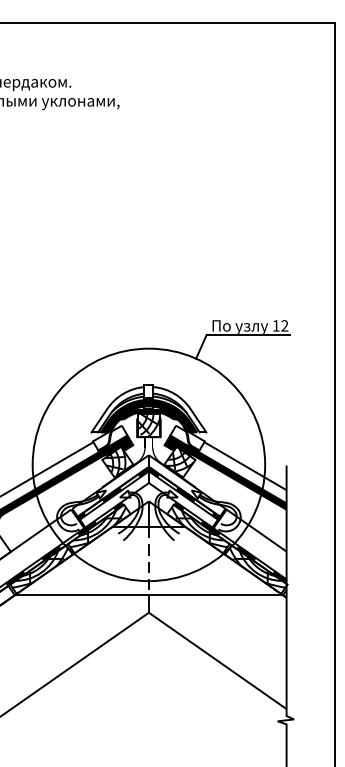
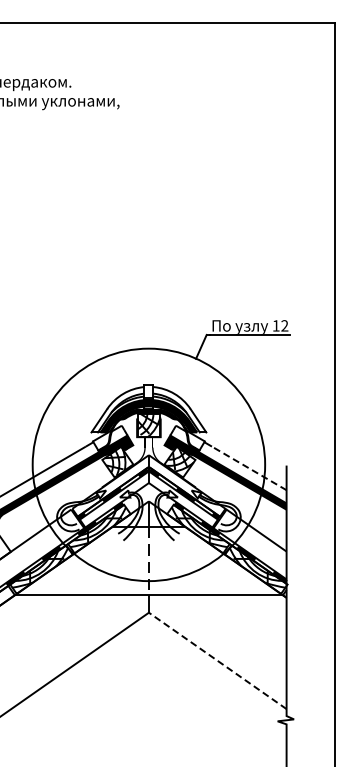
line at (248, 468): solid -> dashed
line at (217, 660): solid -> dashed
